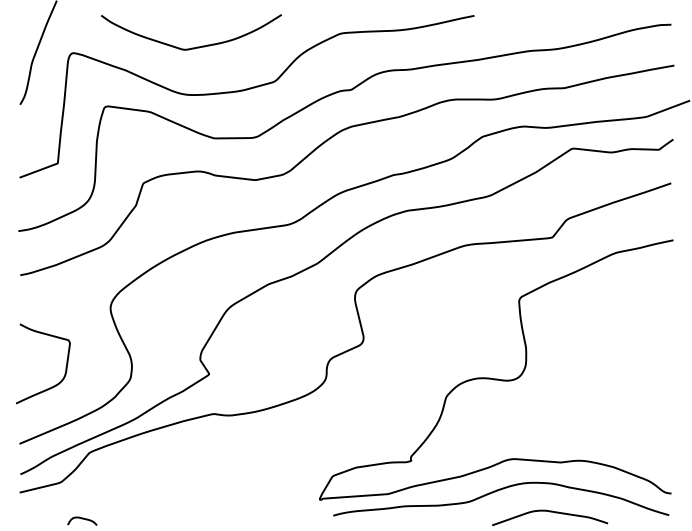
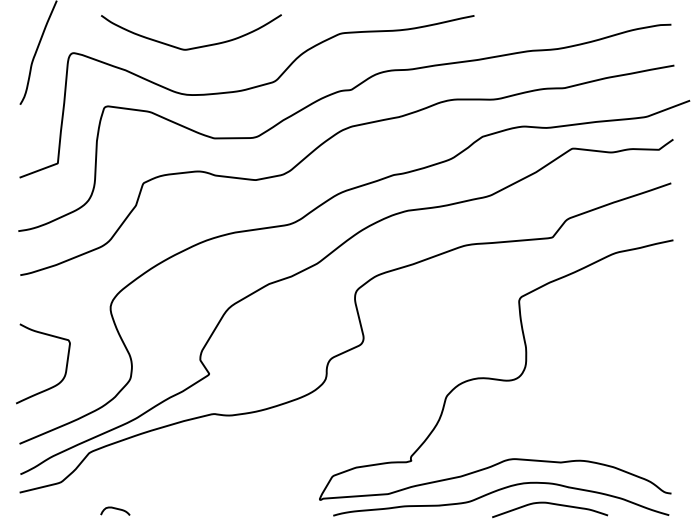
curve at (550, 512) position: (550, 512) -> (550, 504)
curve at (82, 519) position: (82, 519) -> (115, 509)
